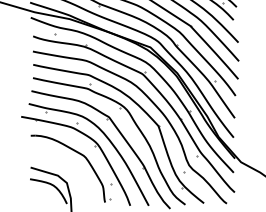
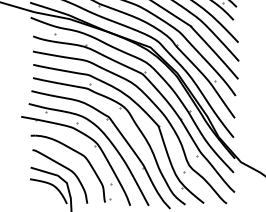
curve at (66, 169): none -> present
